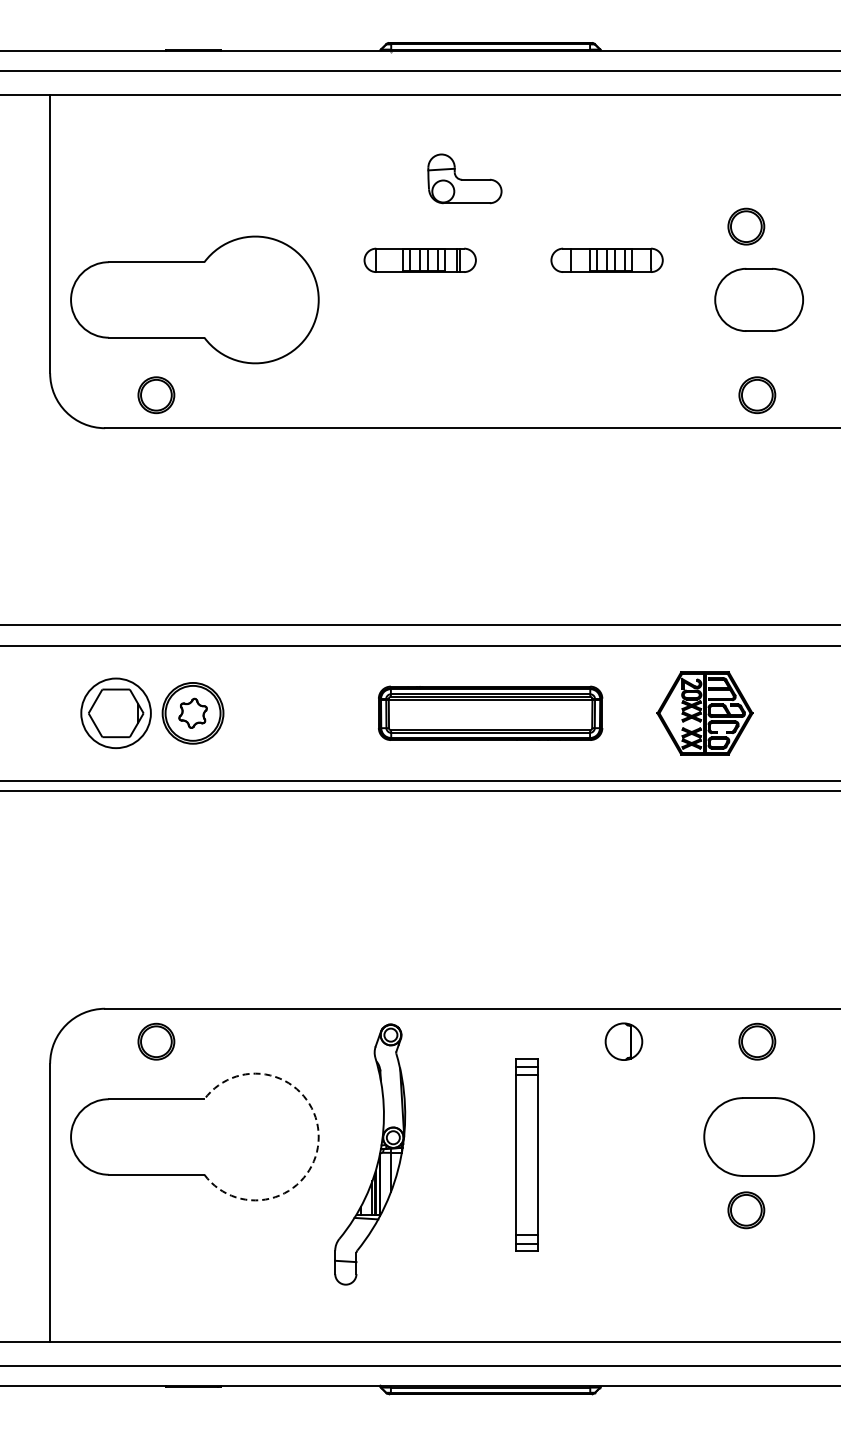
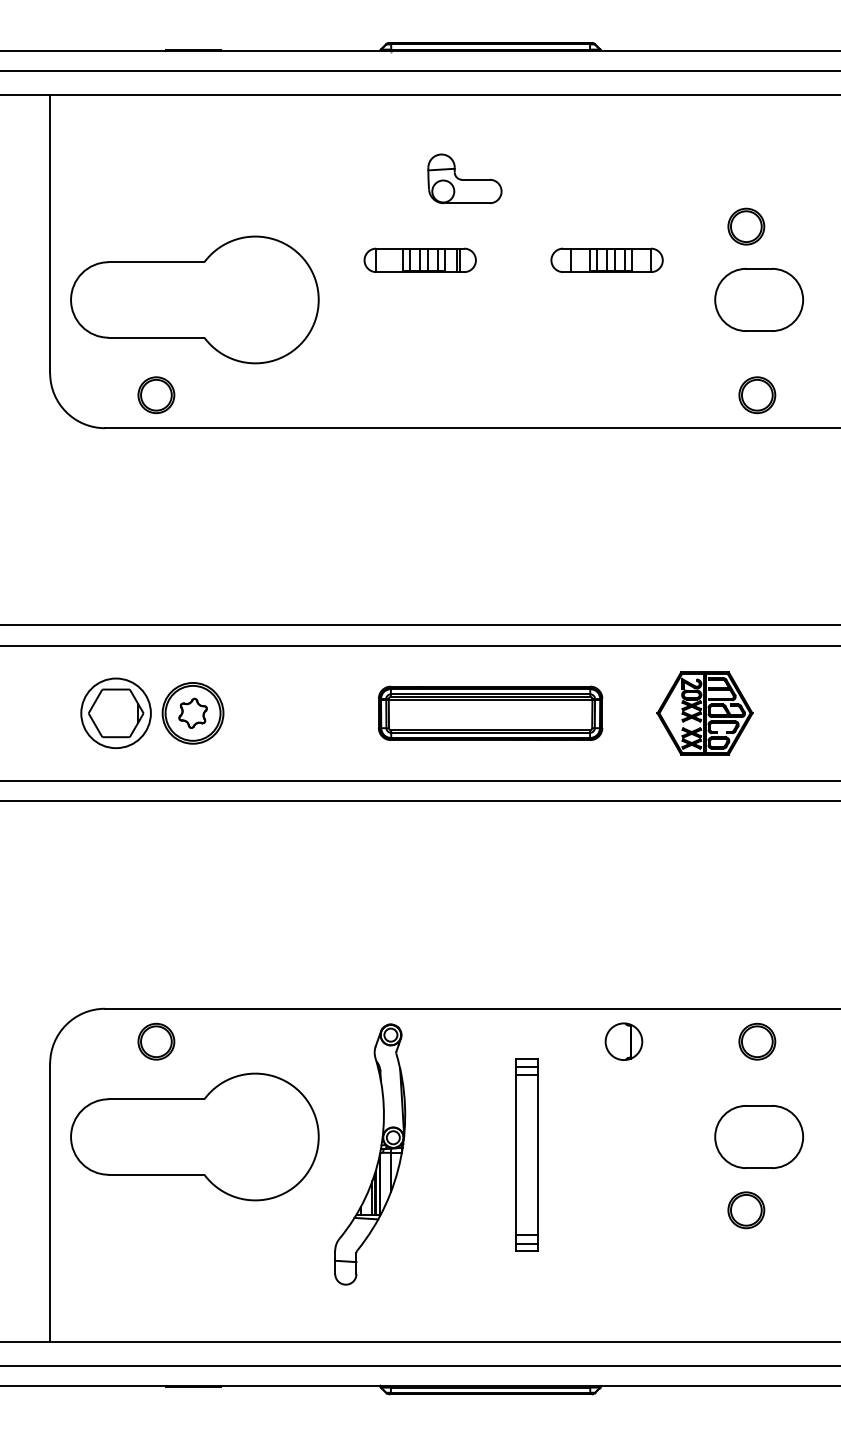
line at (419, 791) position: (419, 791) -> (419, 801)
part at (759, 1136) size: 113x80 px -> 90x64 px
arc at (318, 1137): dashed -> solid
